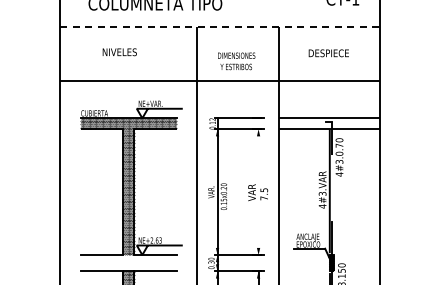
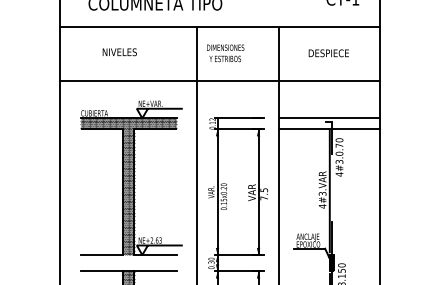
line at (219, 26): dashed -> solid
text at (236, 61) position: (236, 61) -> (225, 53)
line at (258, 192): none -> present
